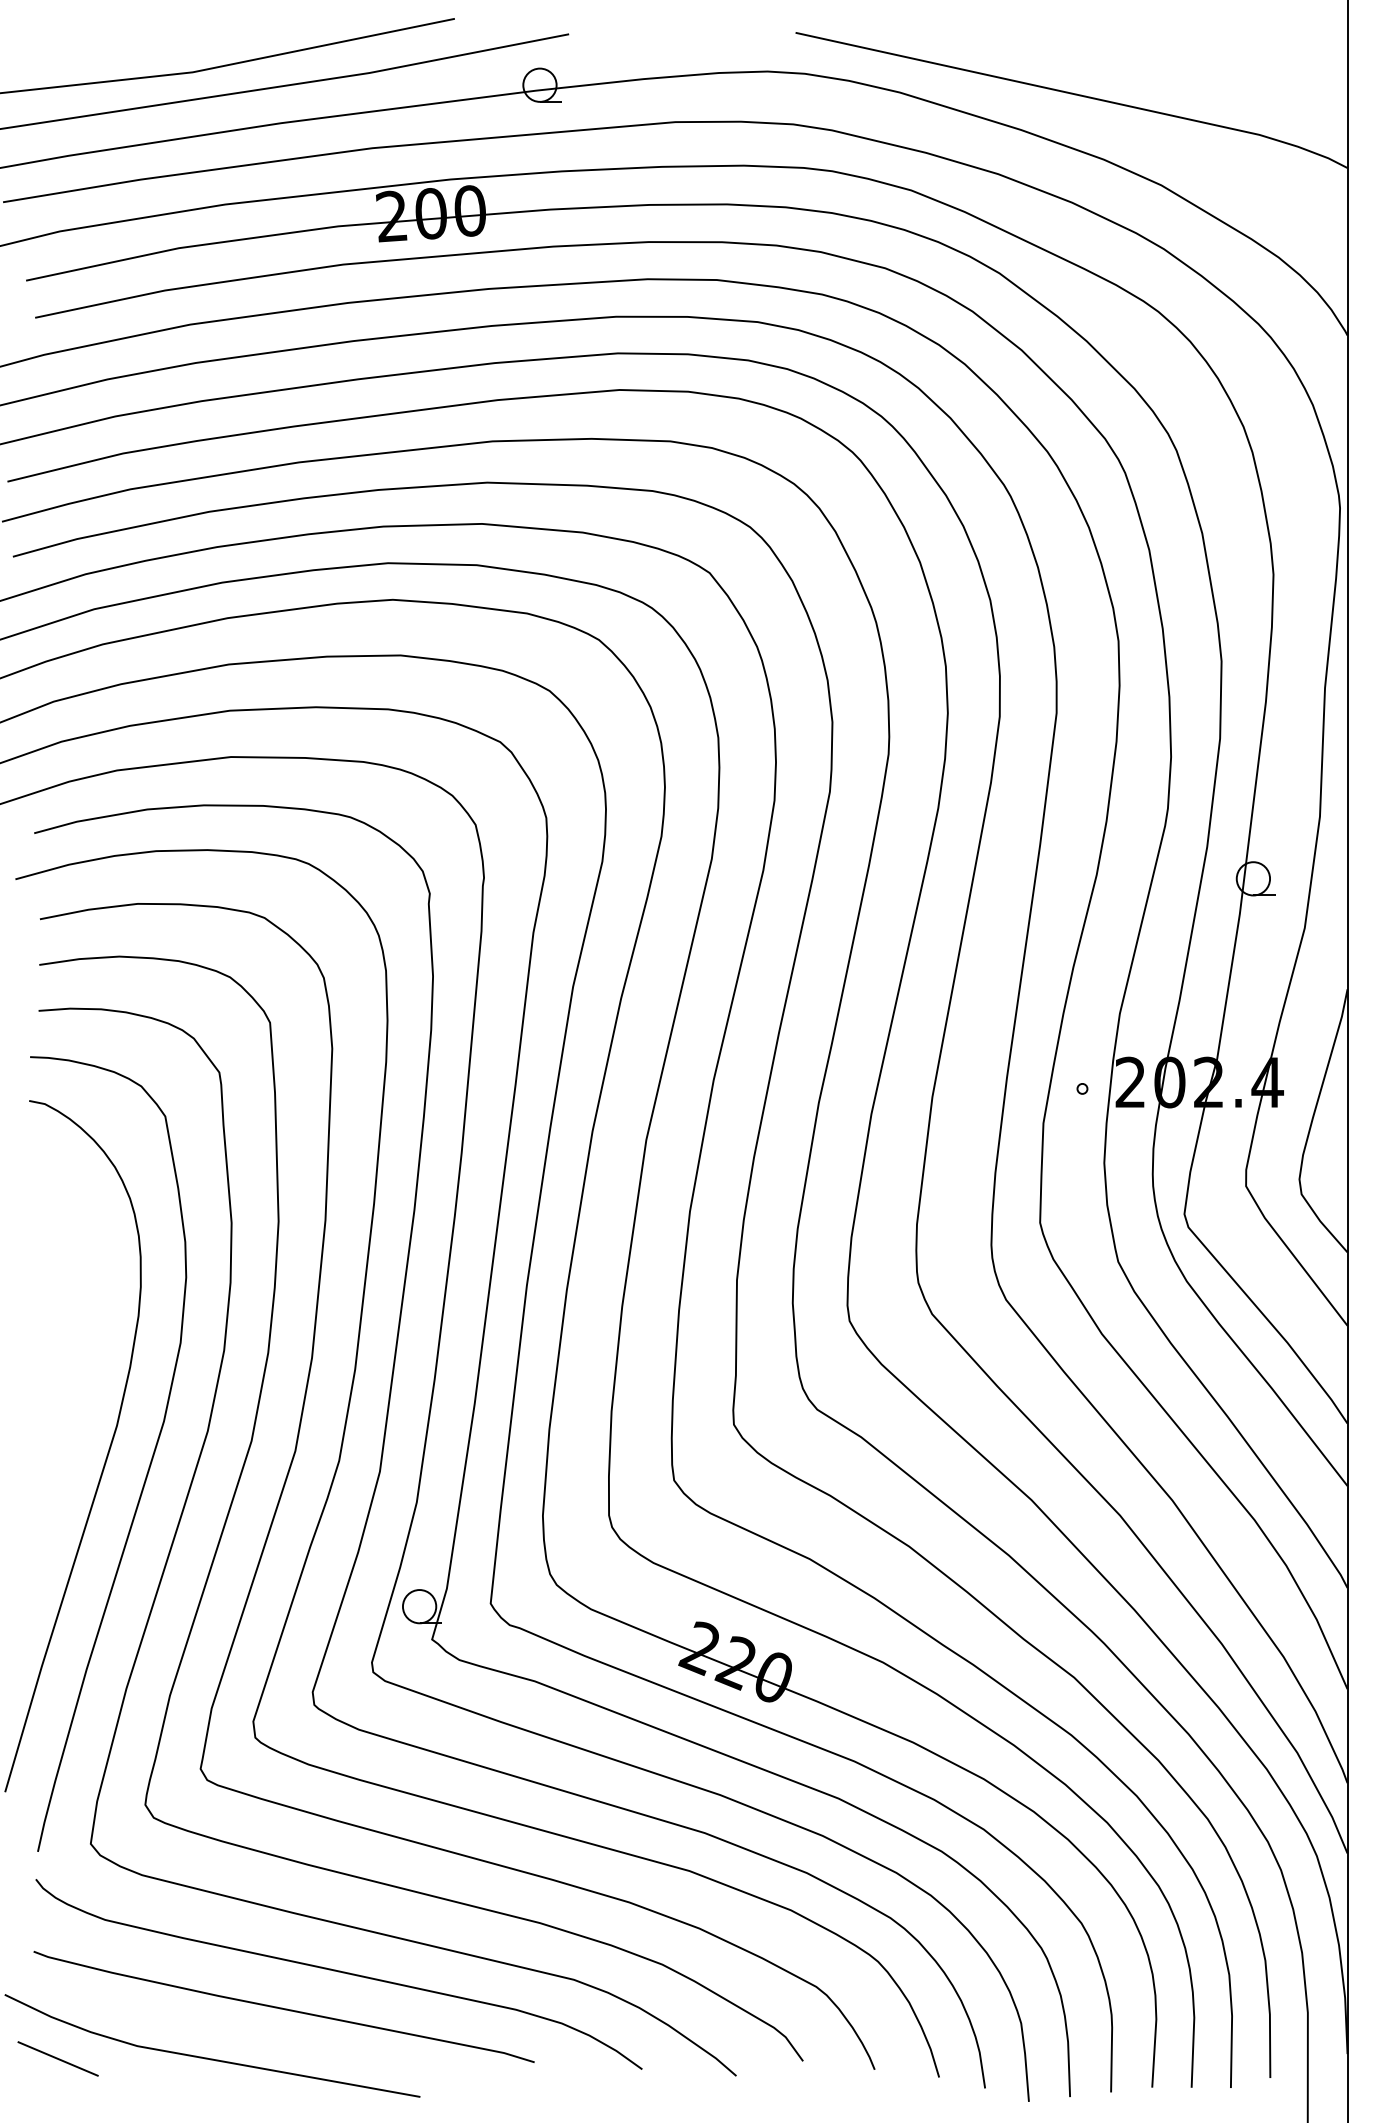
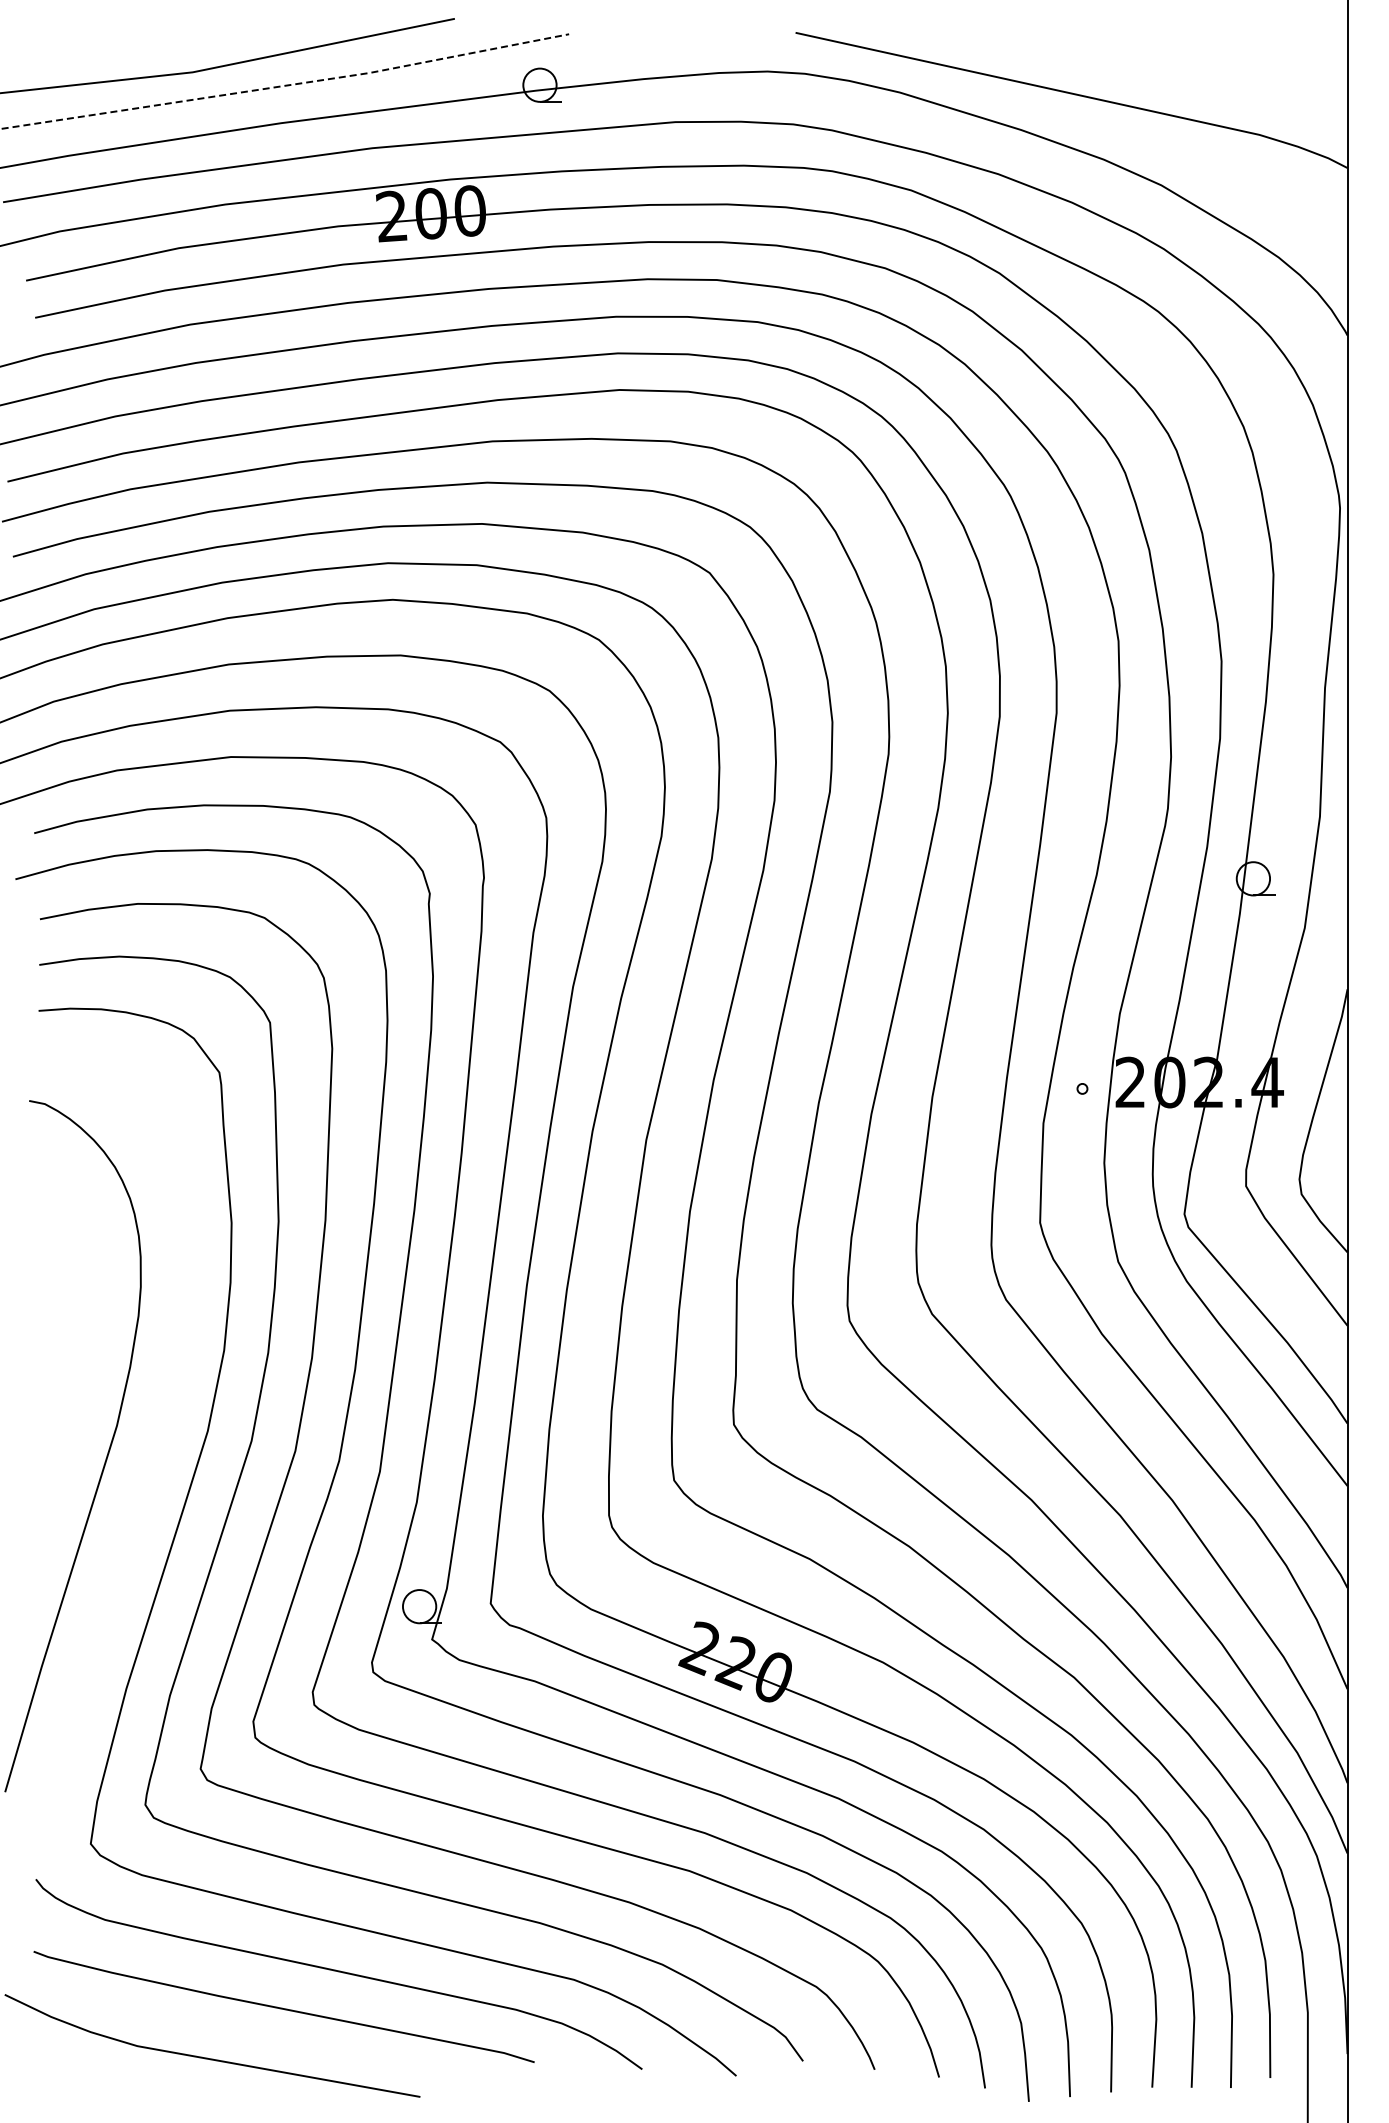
line at (286, 85): solid -> dashed
curve at (149, 1463): present -> none
line at (57, 2058): present -> none
